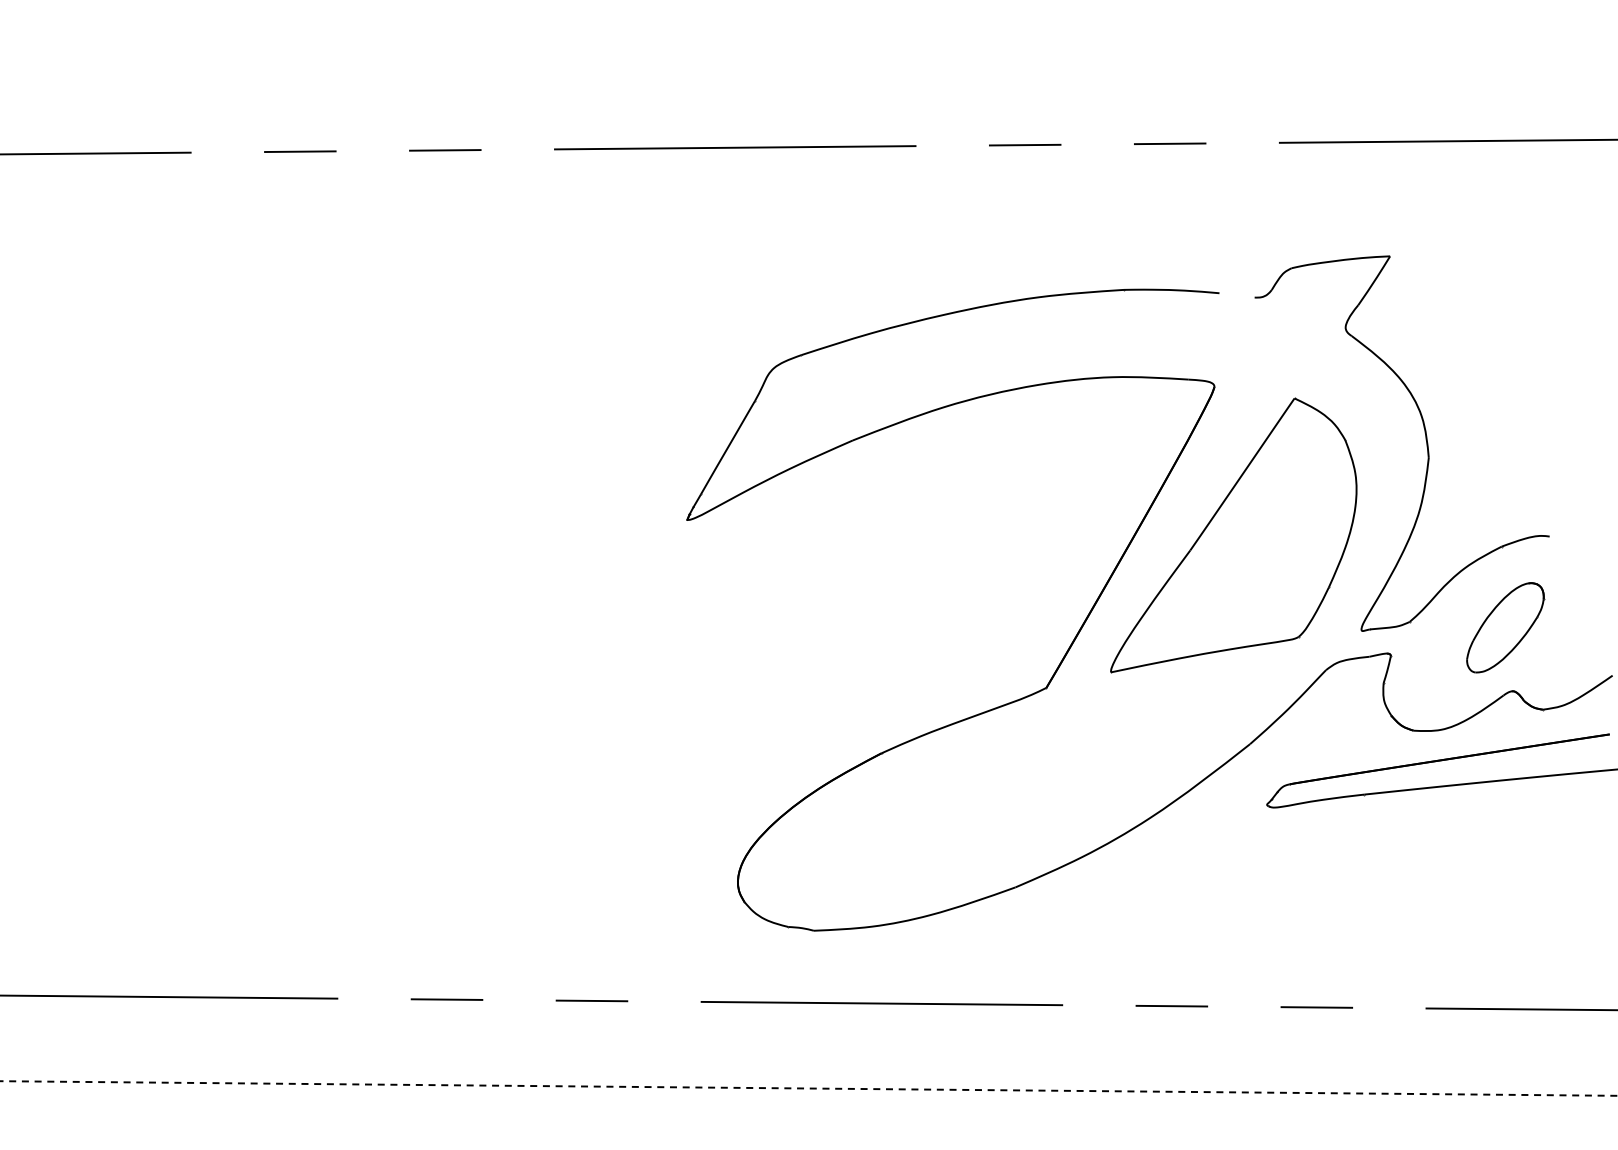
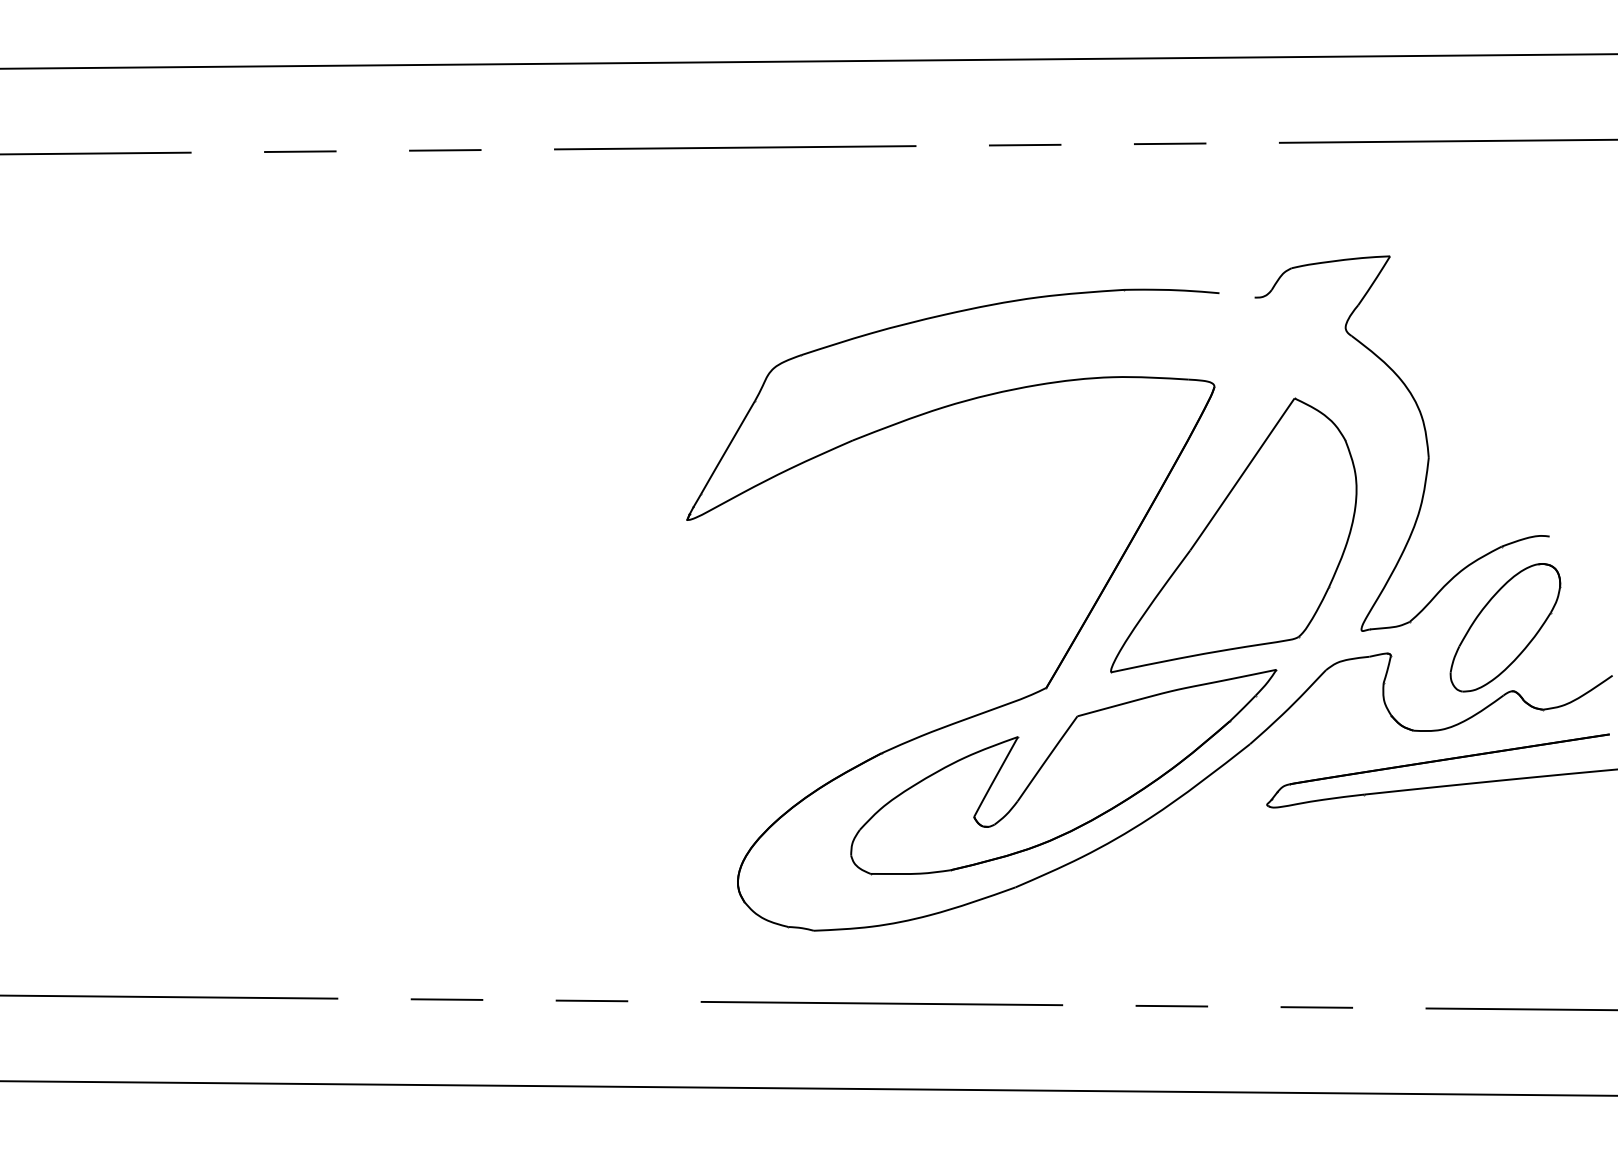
line at (808, 61): none -> present
part at (1505, 627) size: 80x92 px -> 113x130 px
part at (1063, 772): none -> present
line at (808, 1088): dashed -> solid
